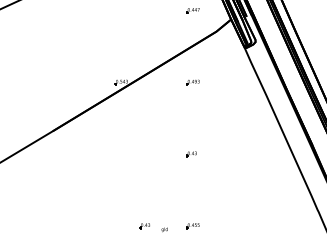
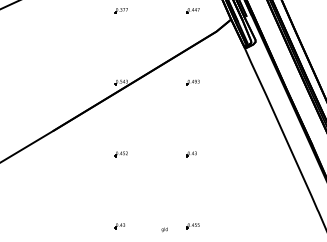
part at (120, 10): none -> present
part at (120, 154): none -> present
part at (144, 226) position: (144, 226) -> (119, 226)
